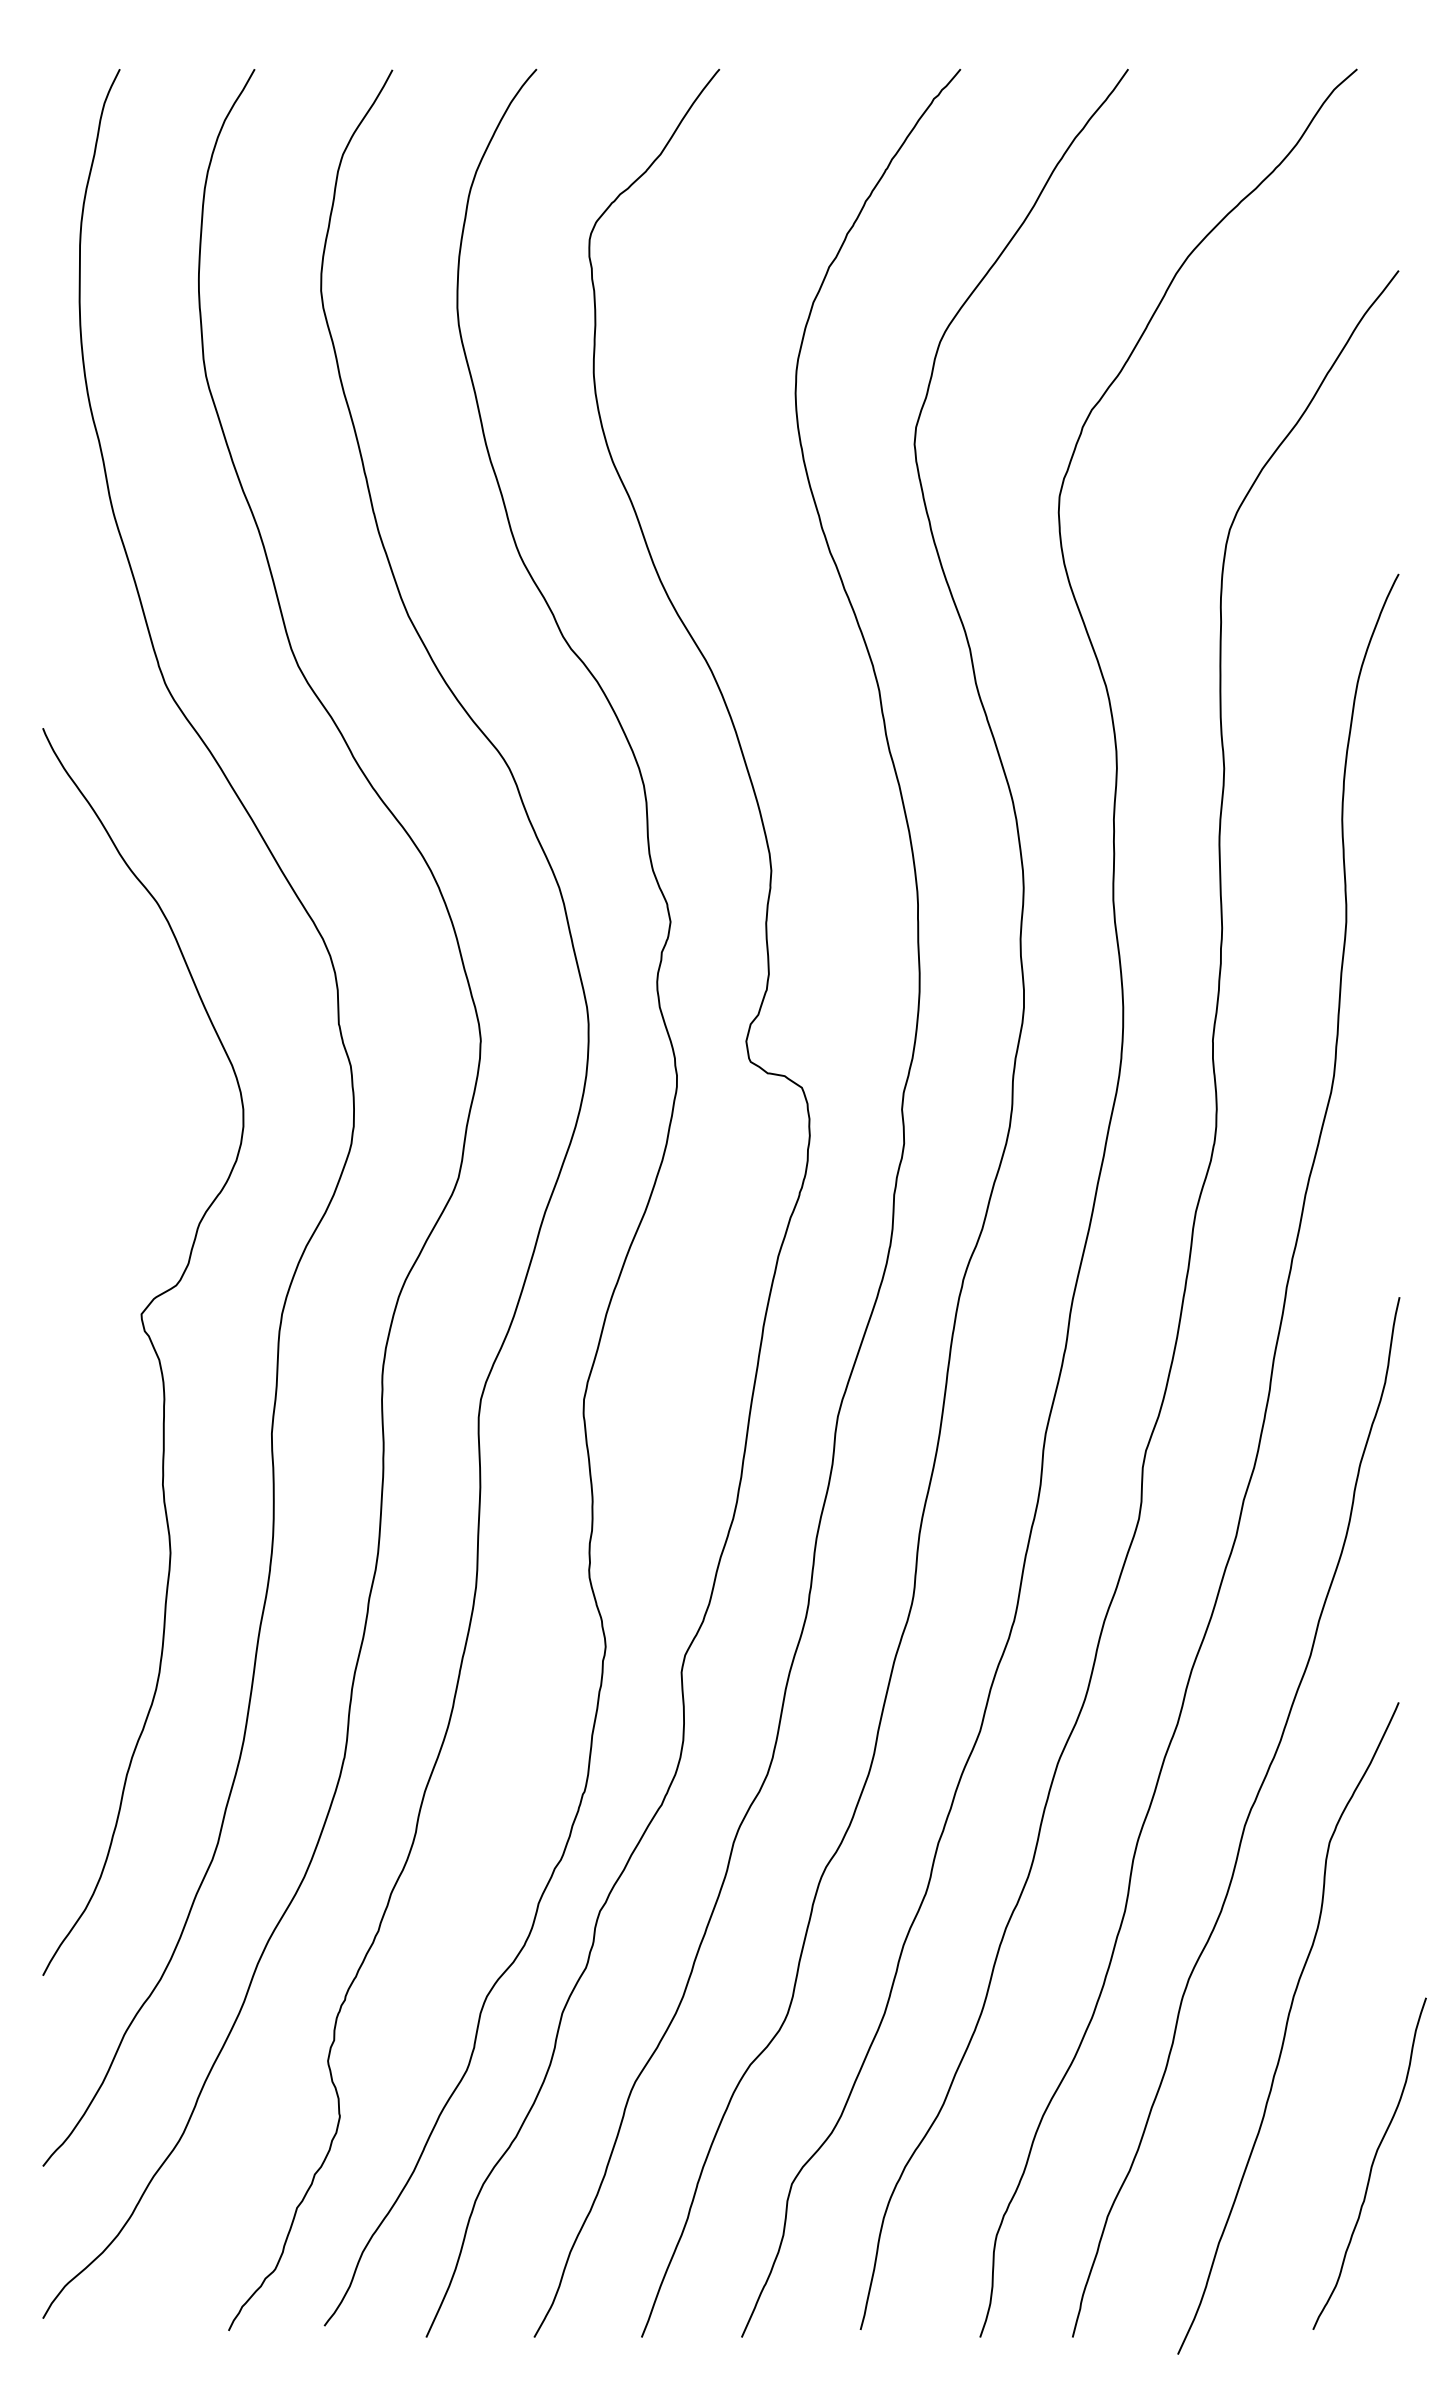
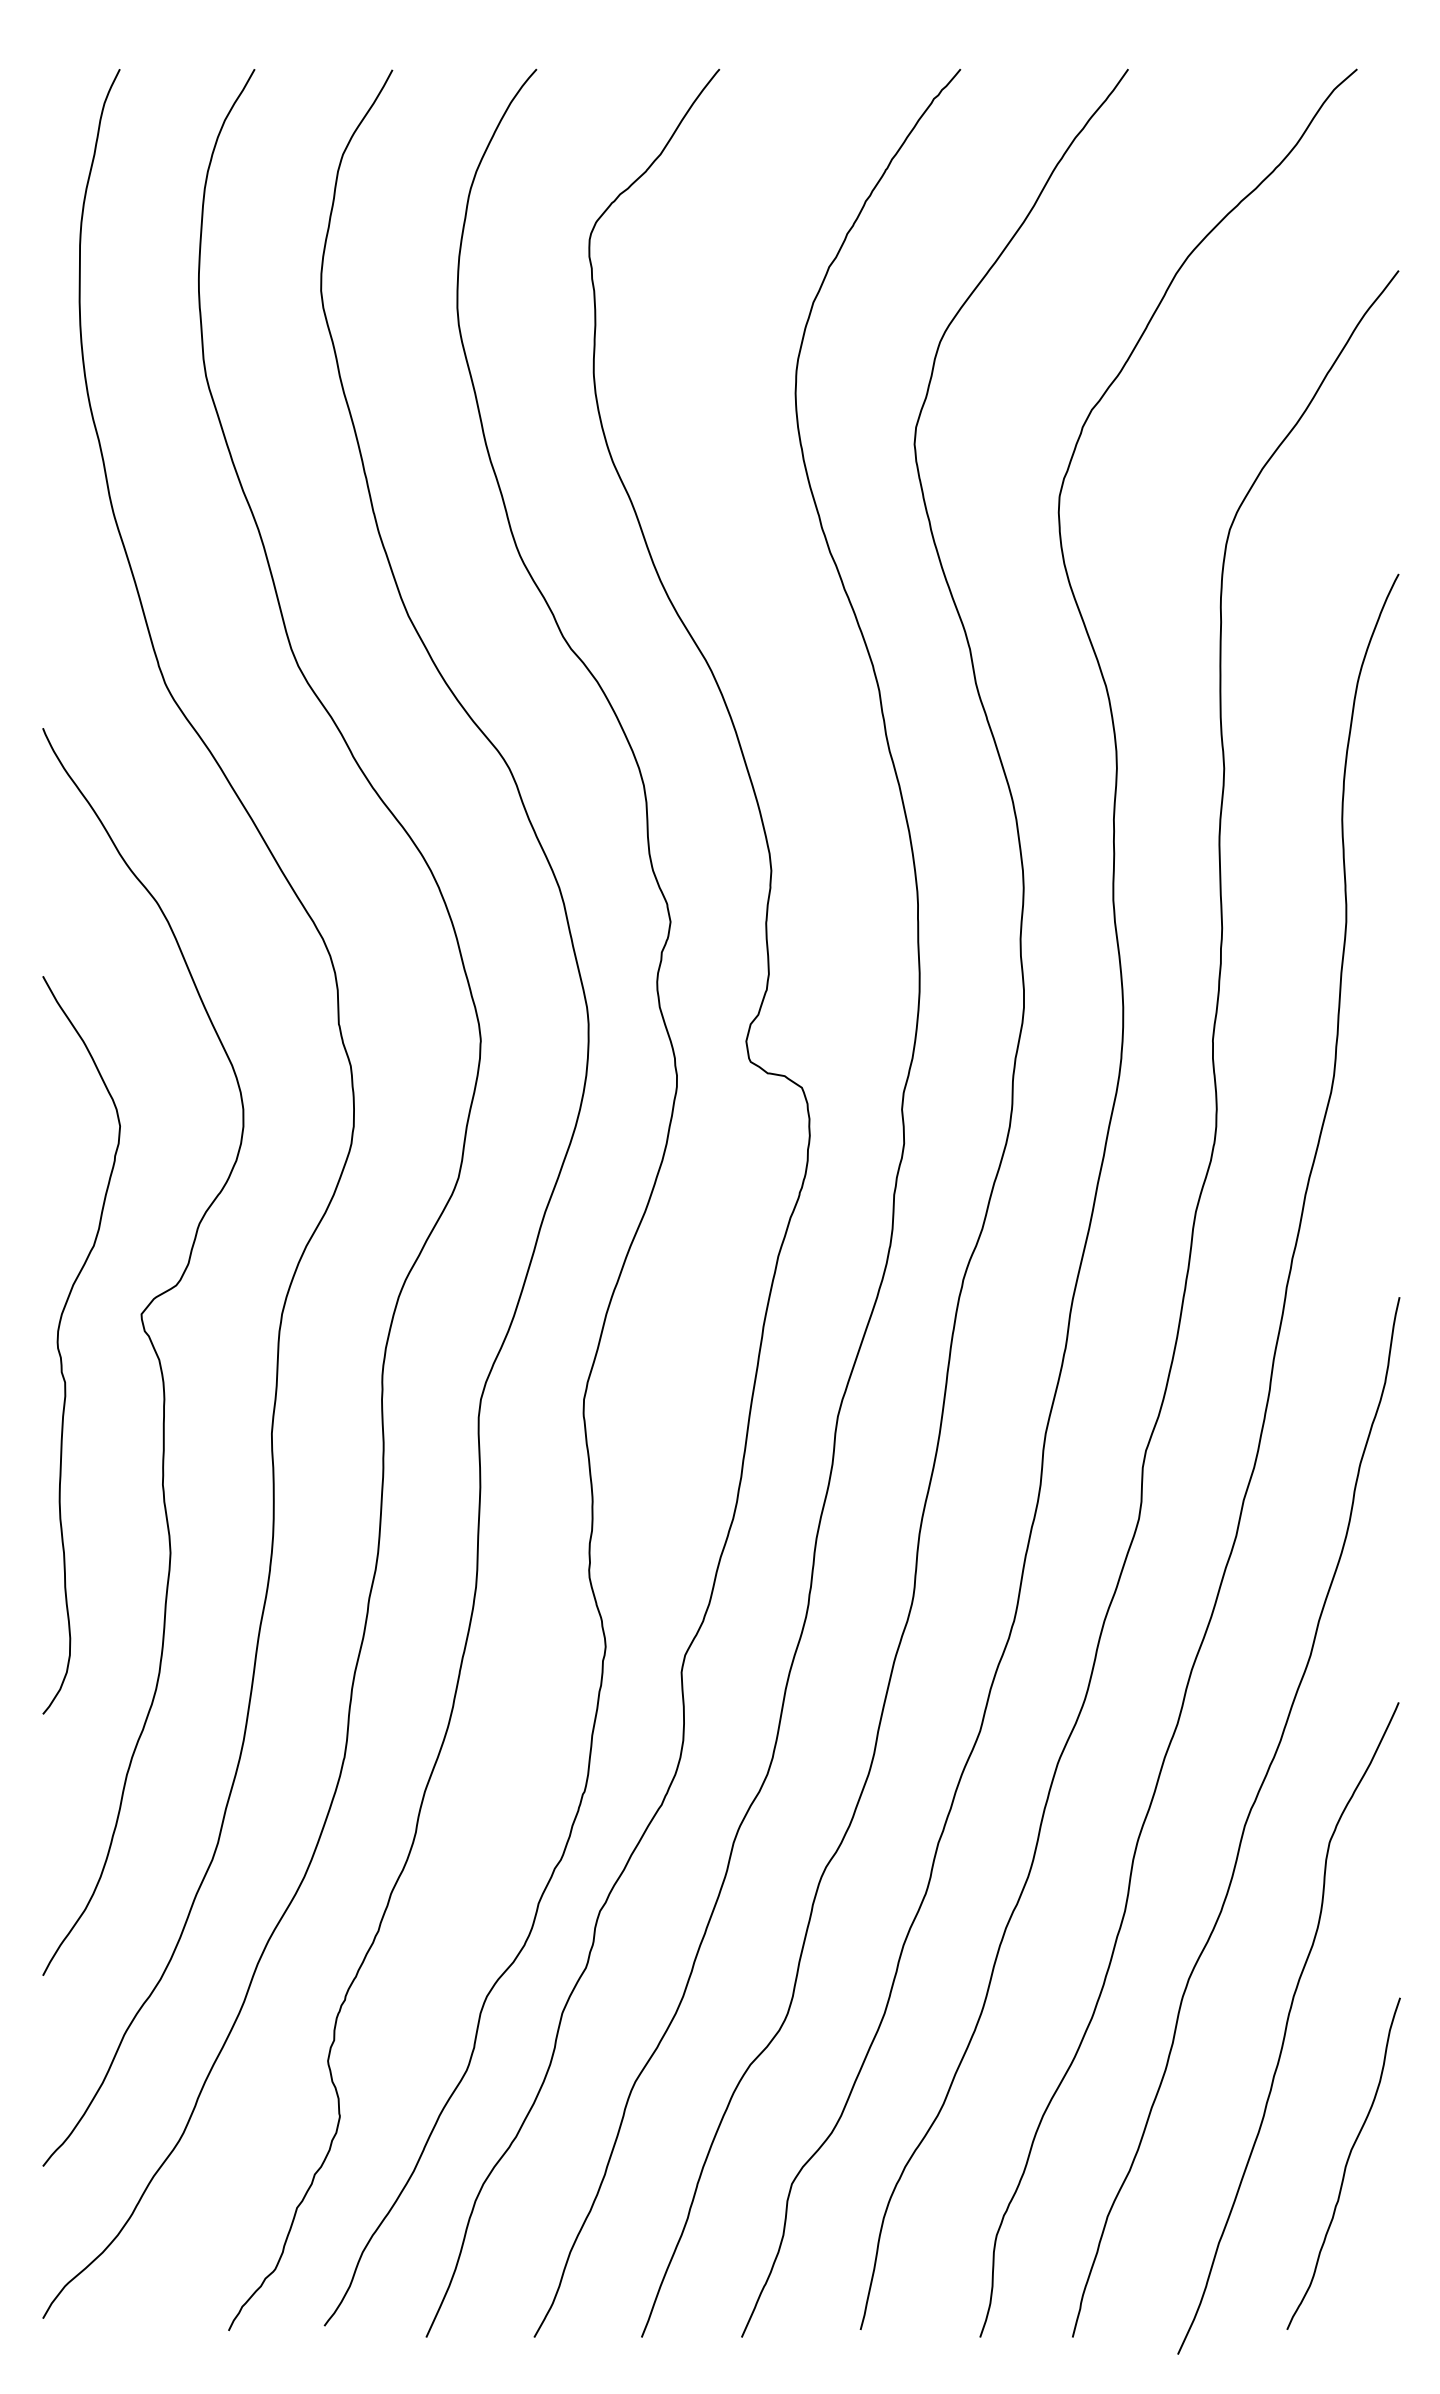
curve at (60, 1352): none -> present
curve at (1371, 2163) position: (1371, 2163) -> (1345, 2163)
